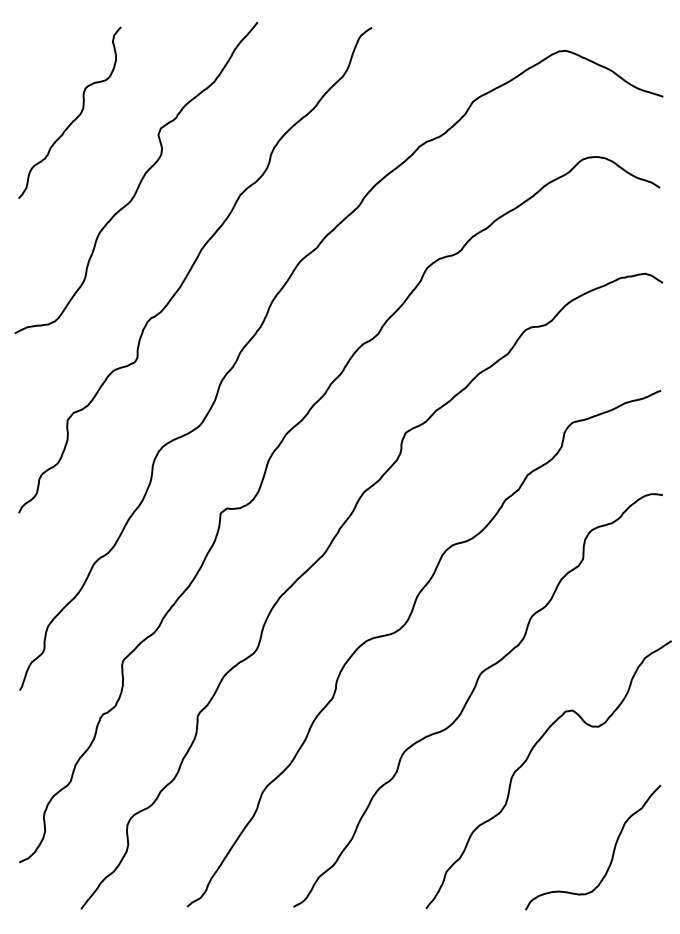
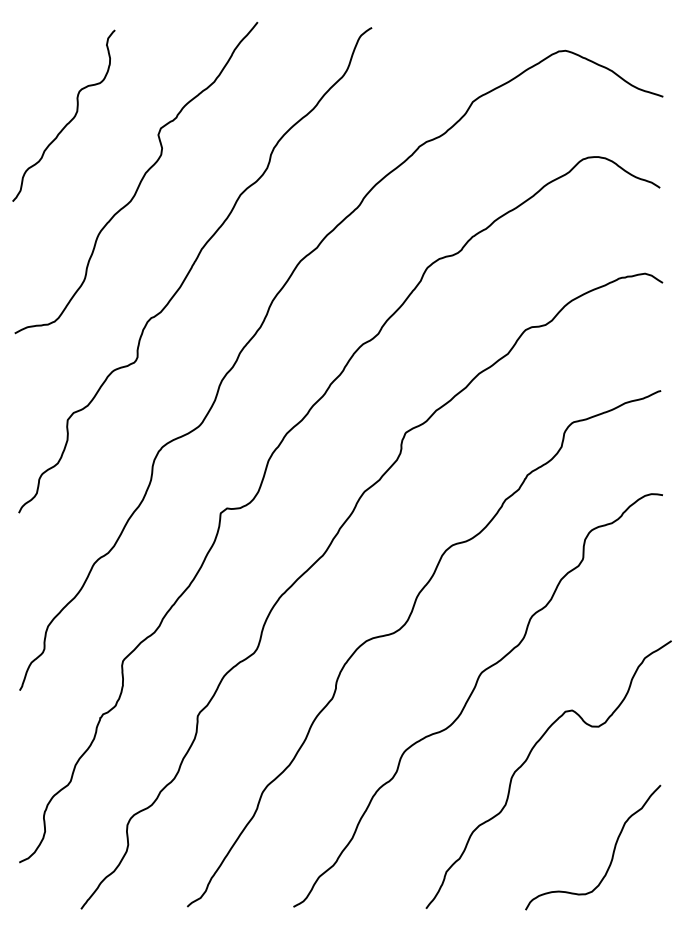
curve at (76, 116) position: (76, 116) -> (70, 119)
